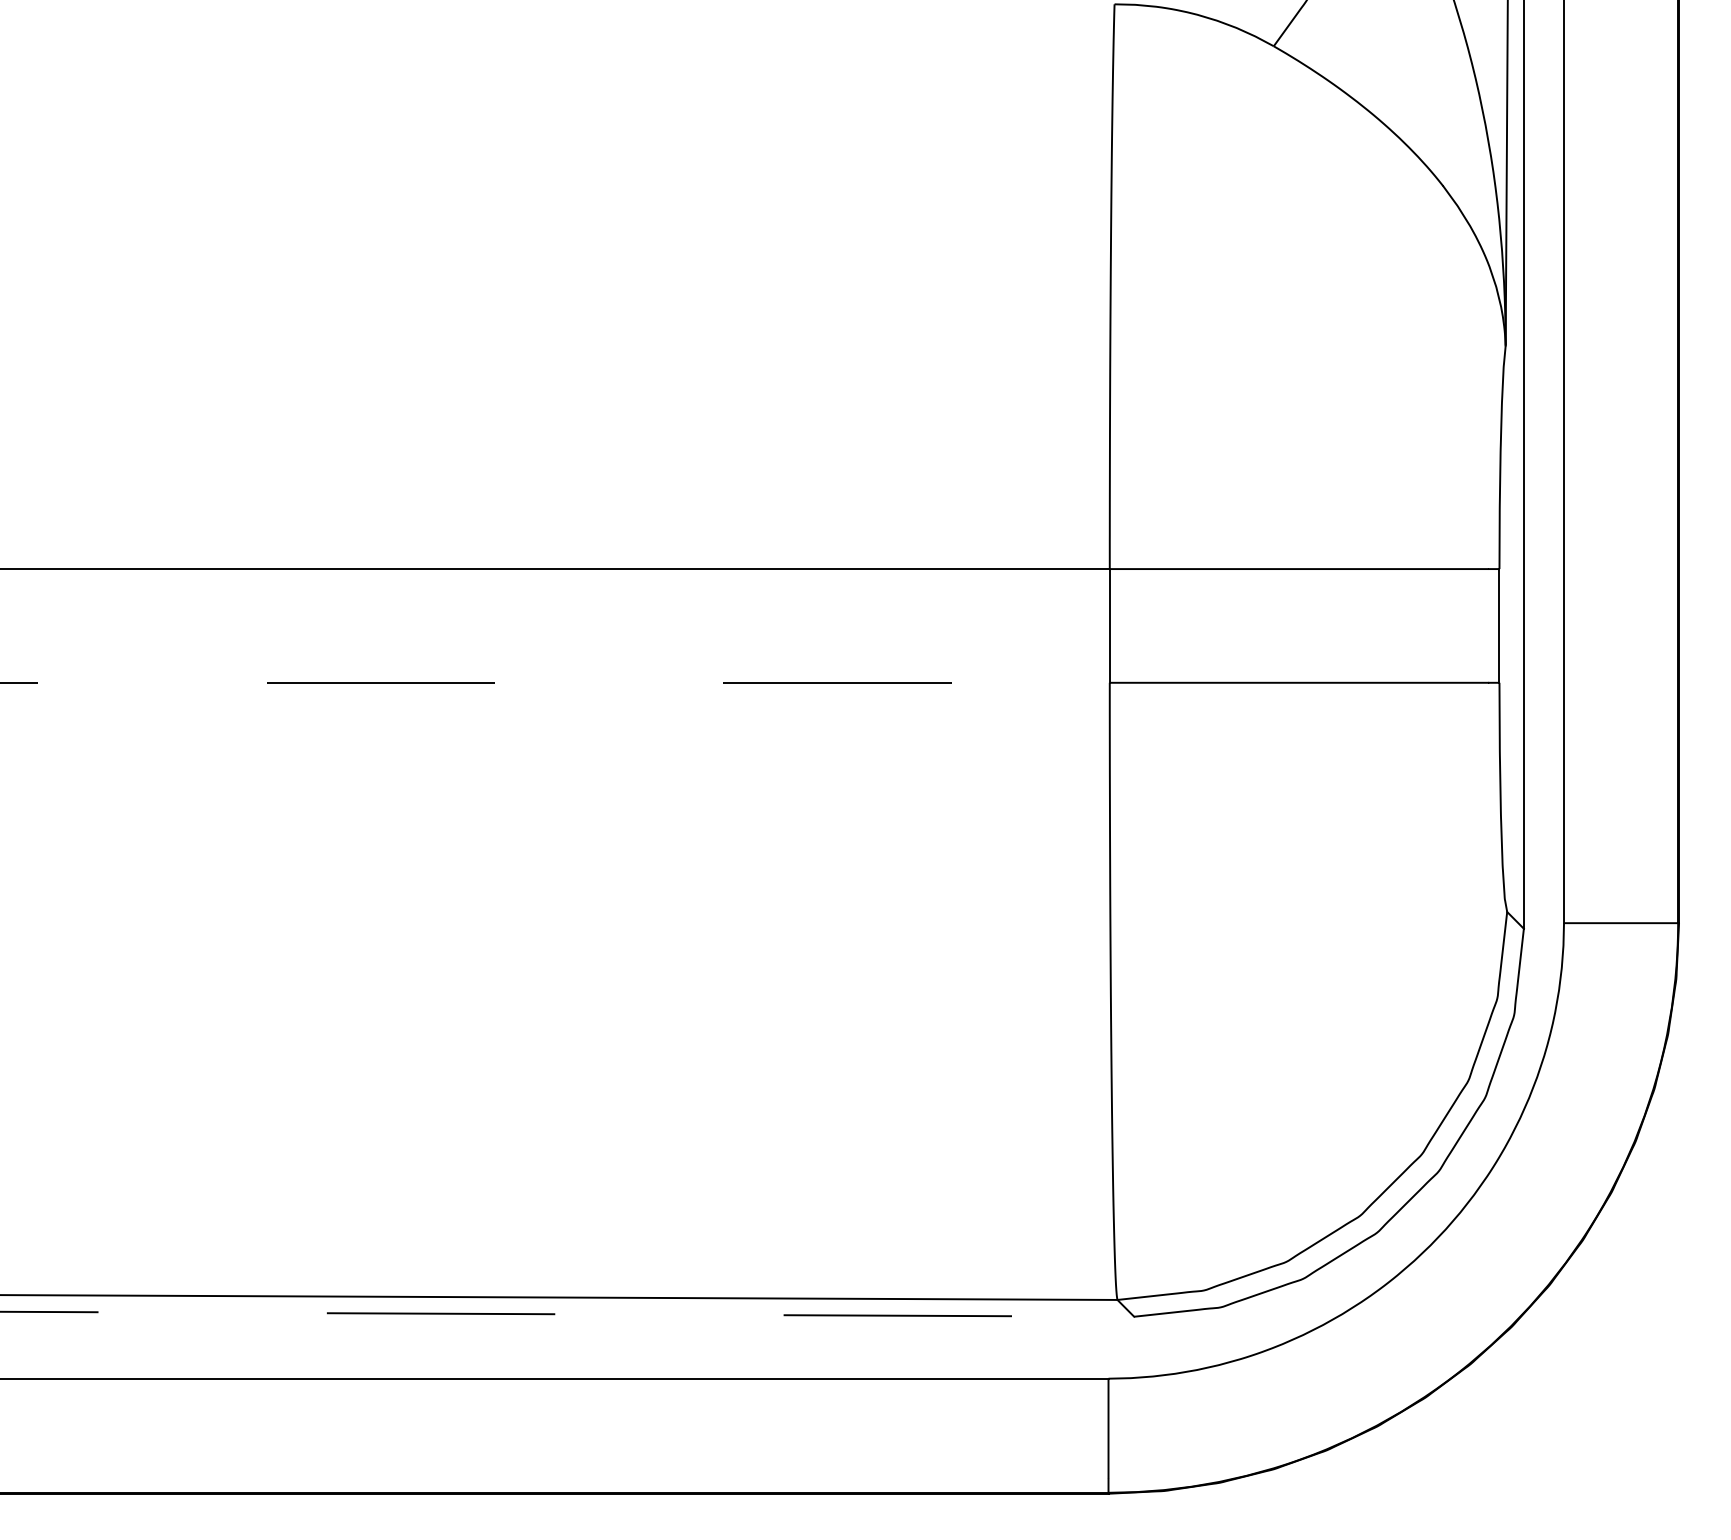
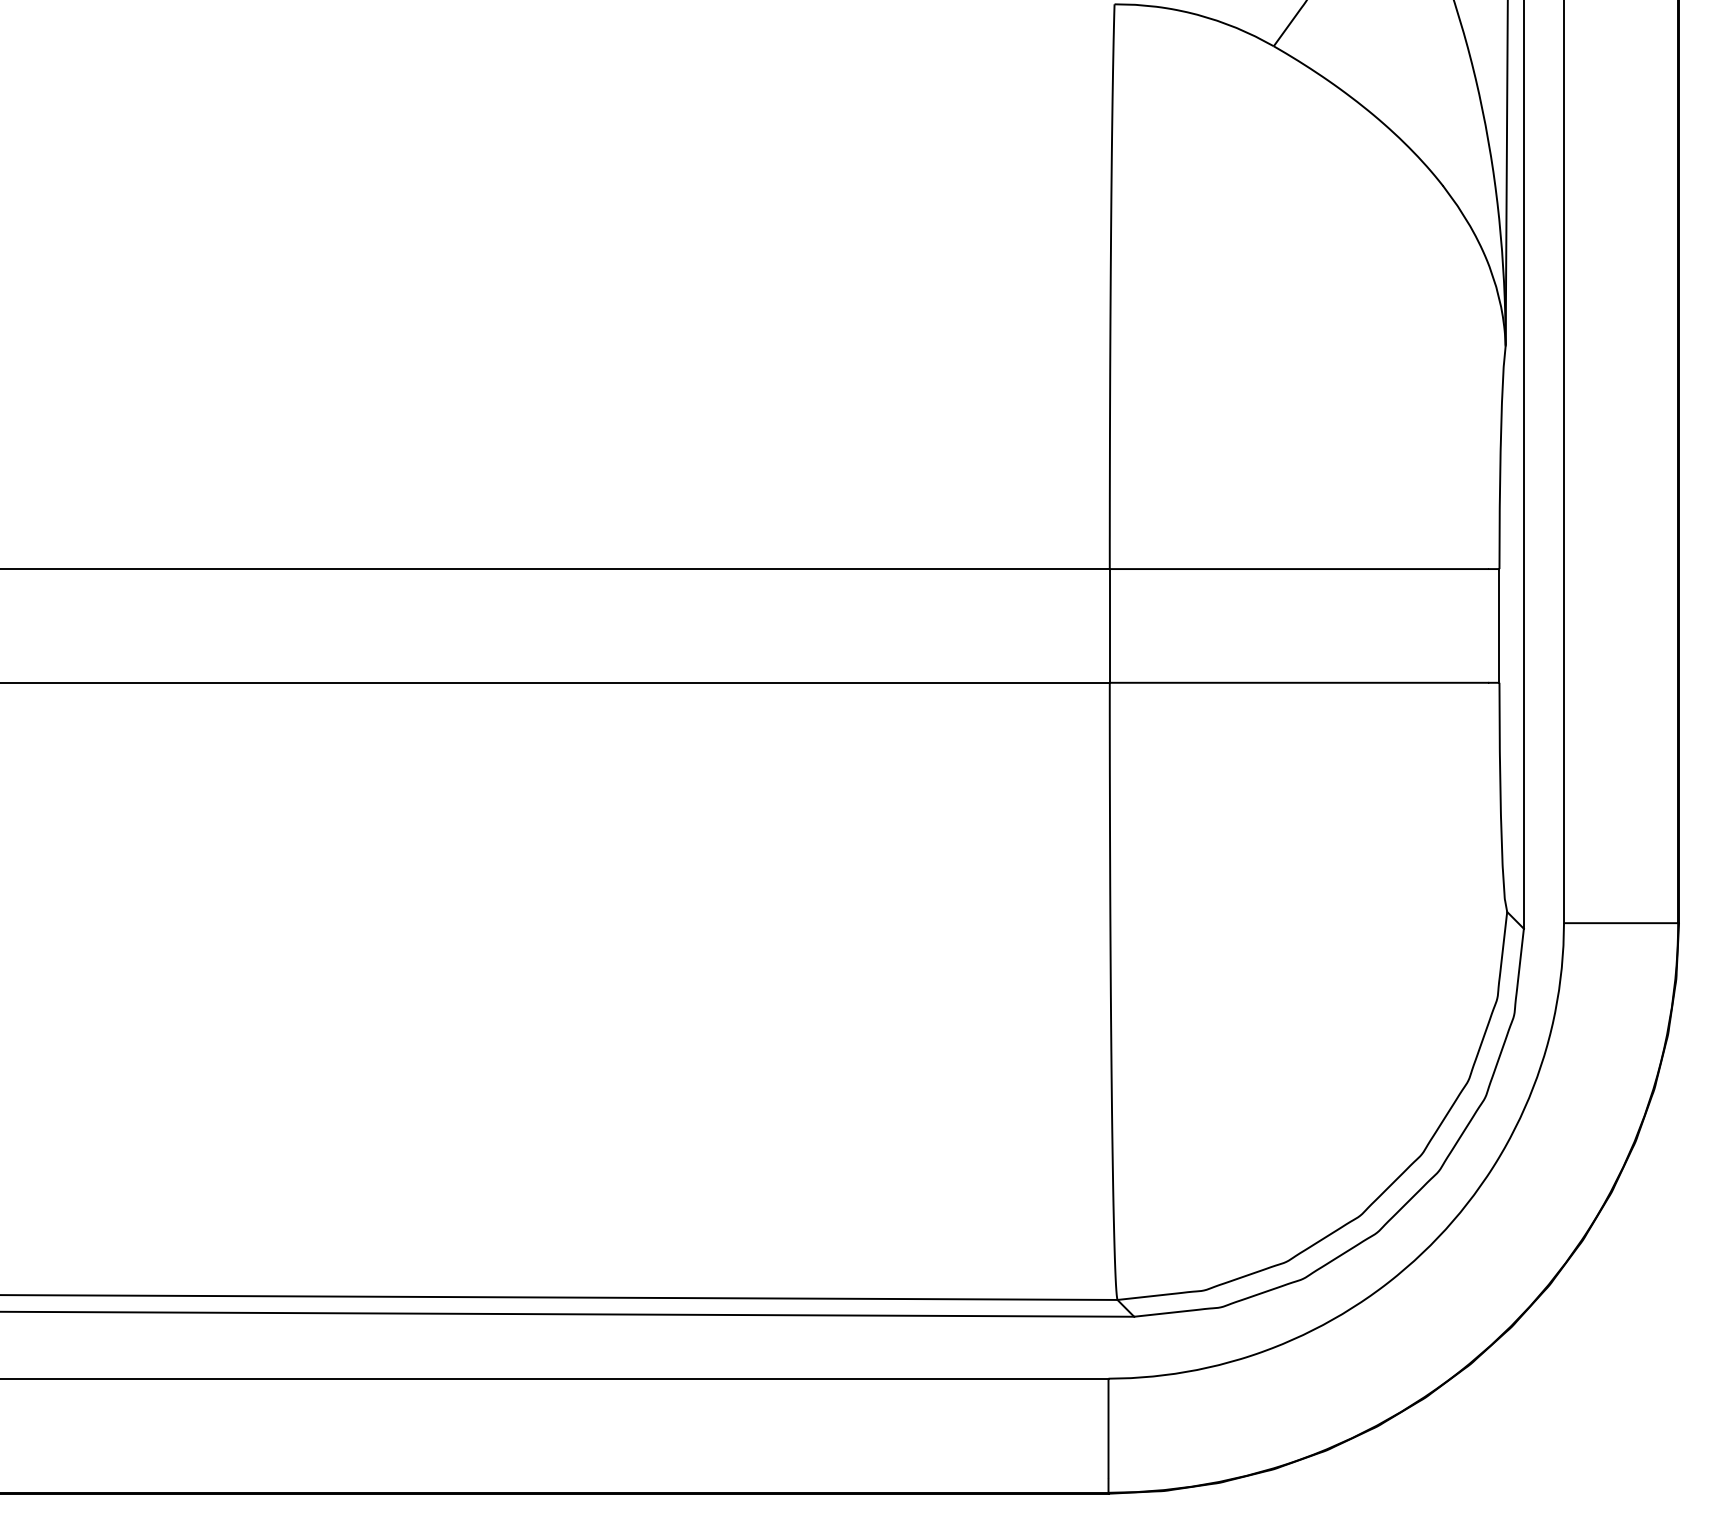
line at (555, 682): dashed -> solid
line at (567, 1314): dashed -> solid
